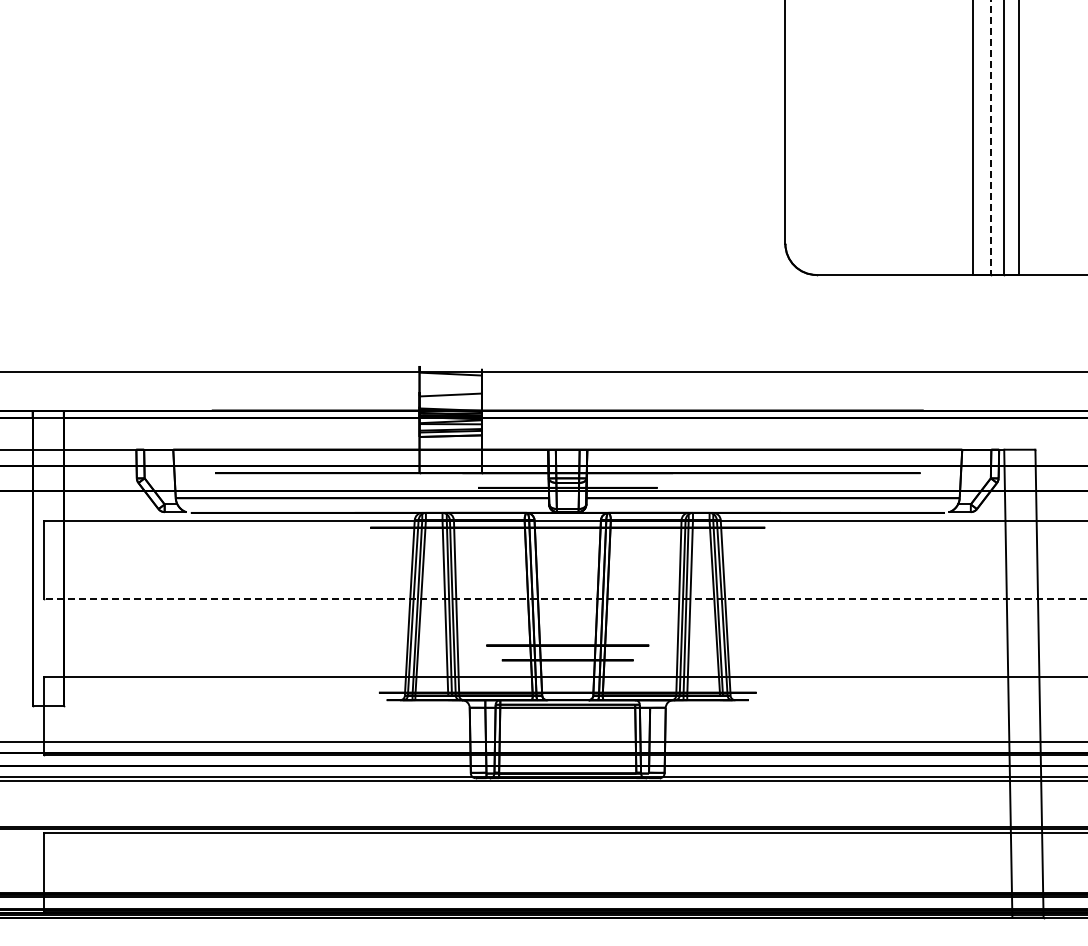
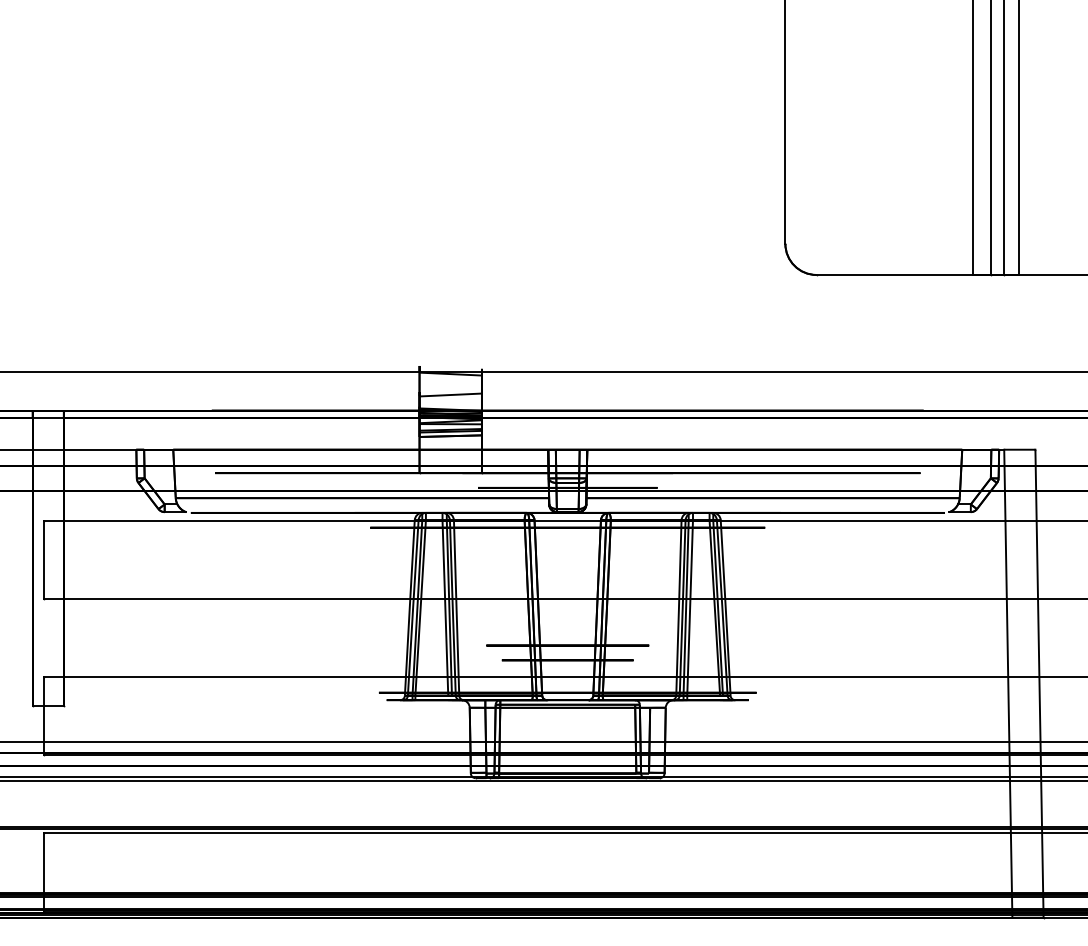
line at (991, 137): dashed -> solid
line at (565, 598): dashed -> solid
